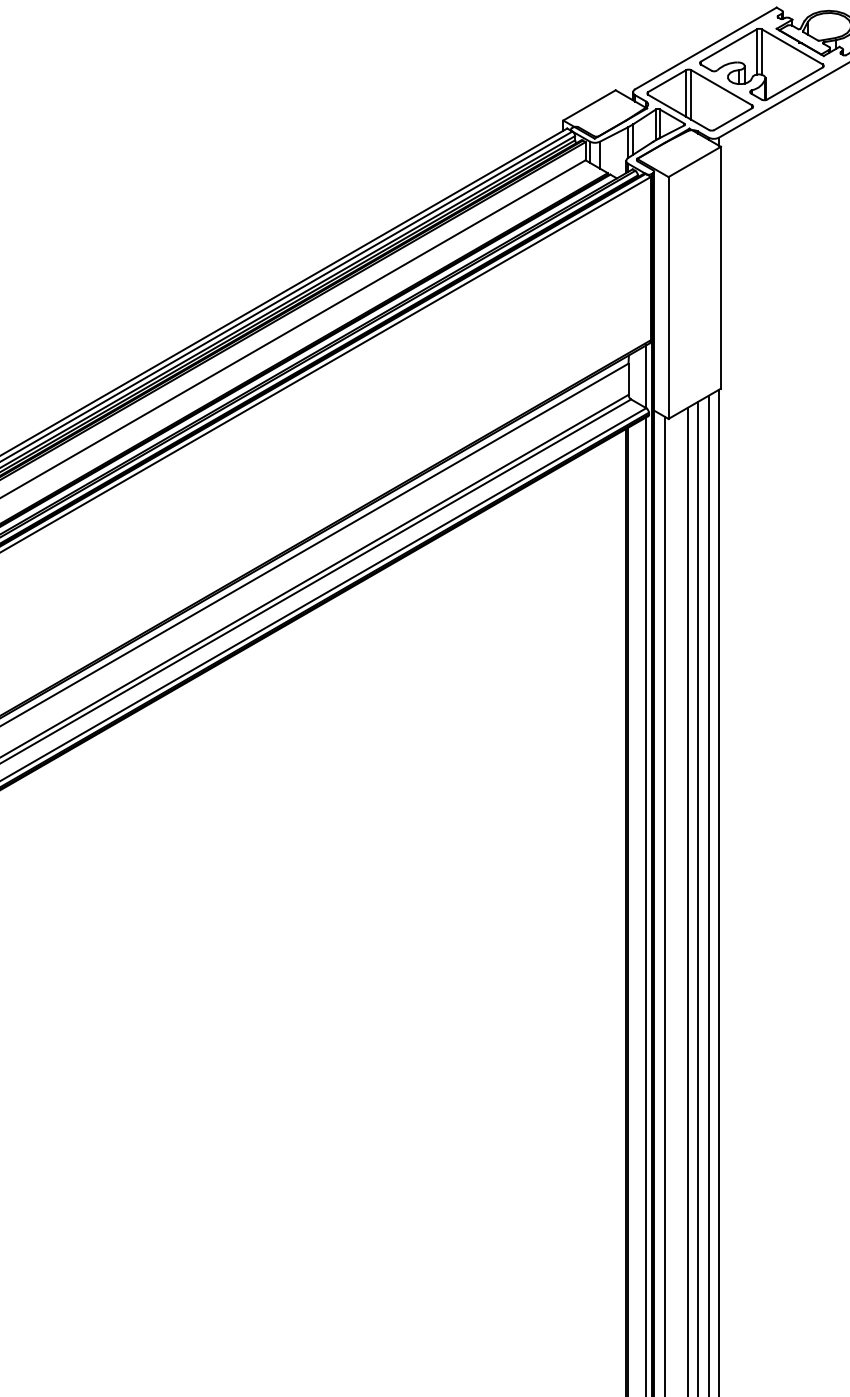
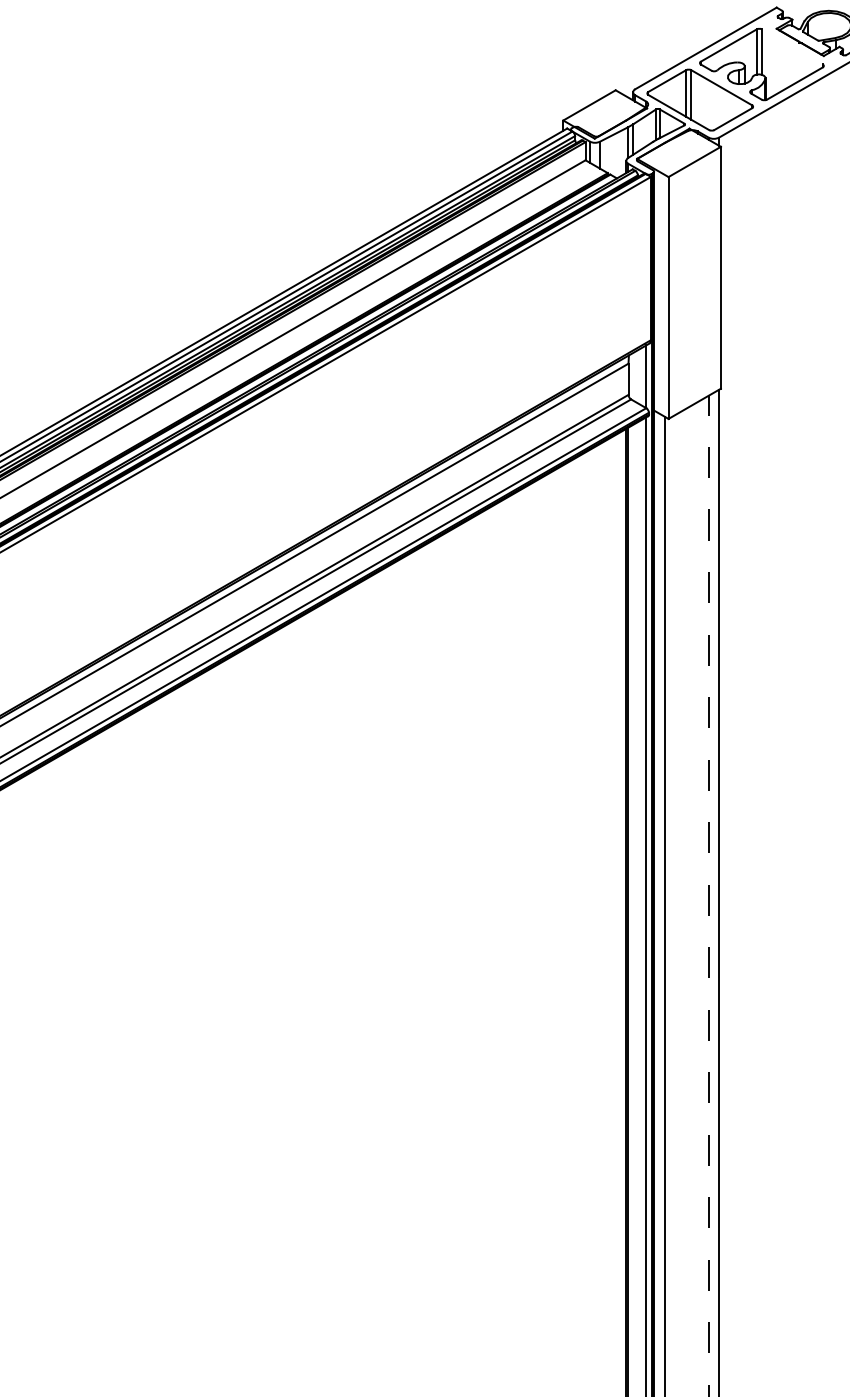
line at (792, 46): present -> none
line at (708, 895): solid -> dashed
line at (697, 897): present -> none
line at (687, 900): present -> none
